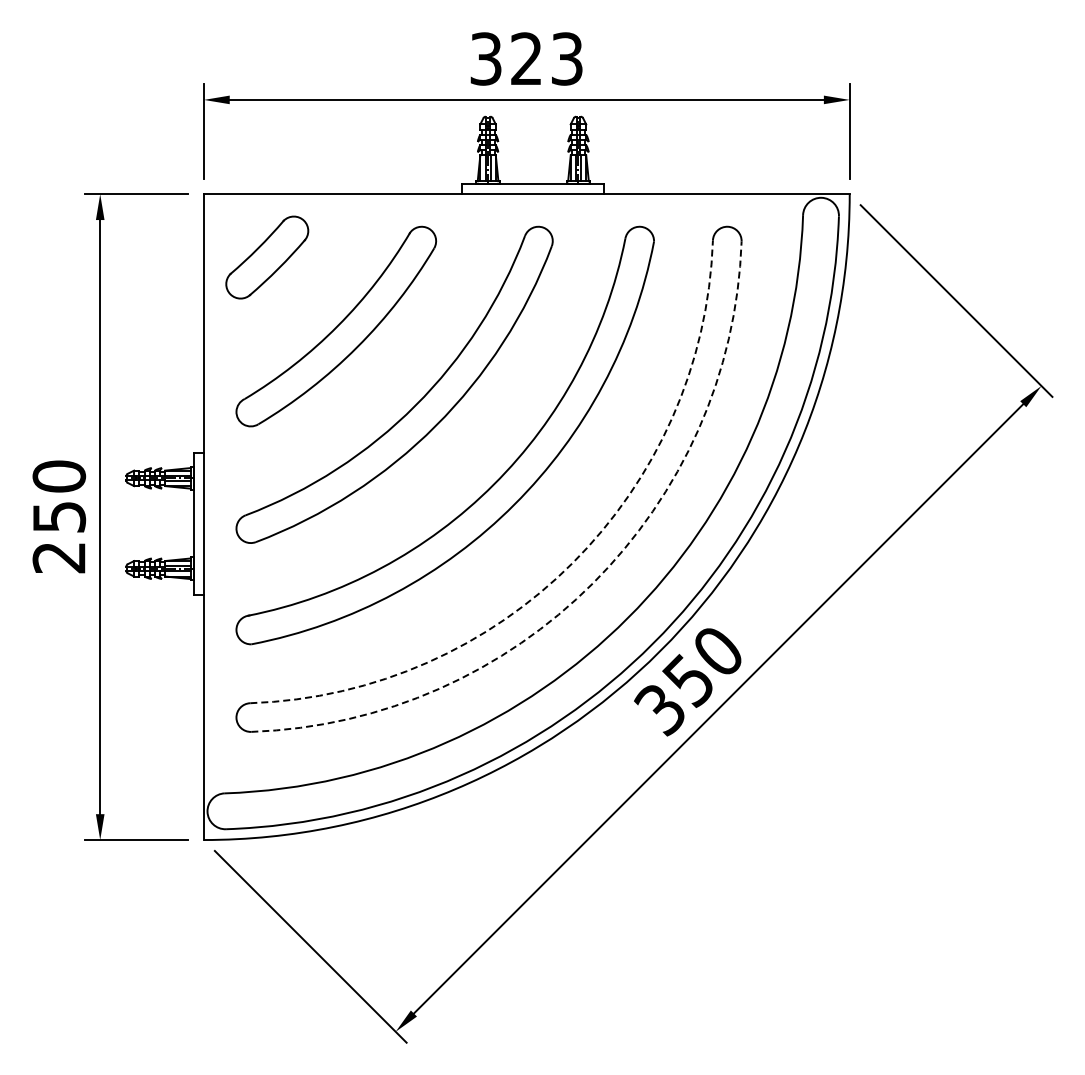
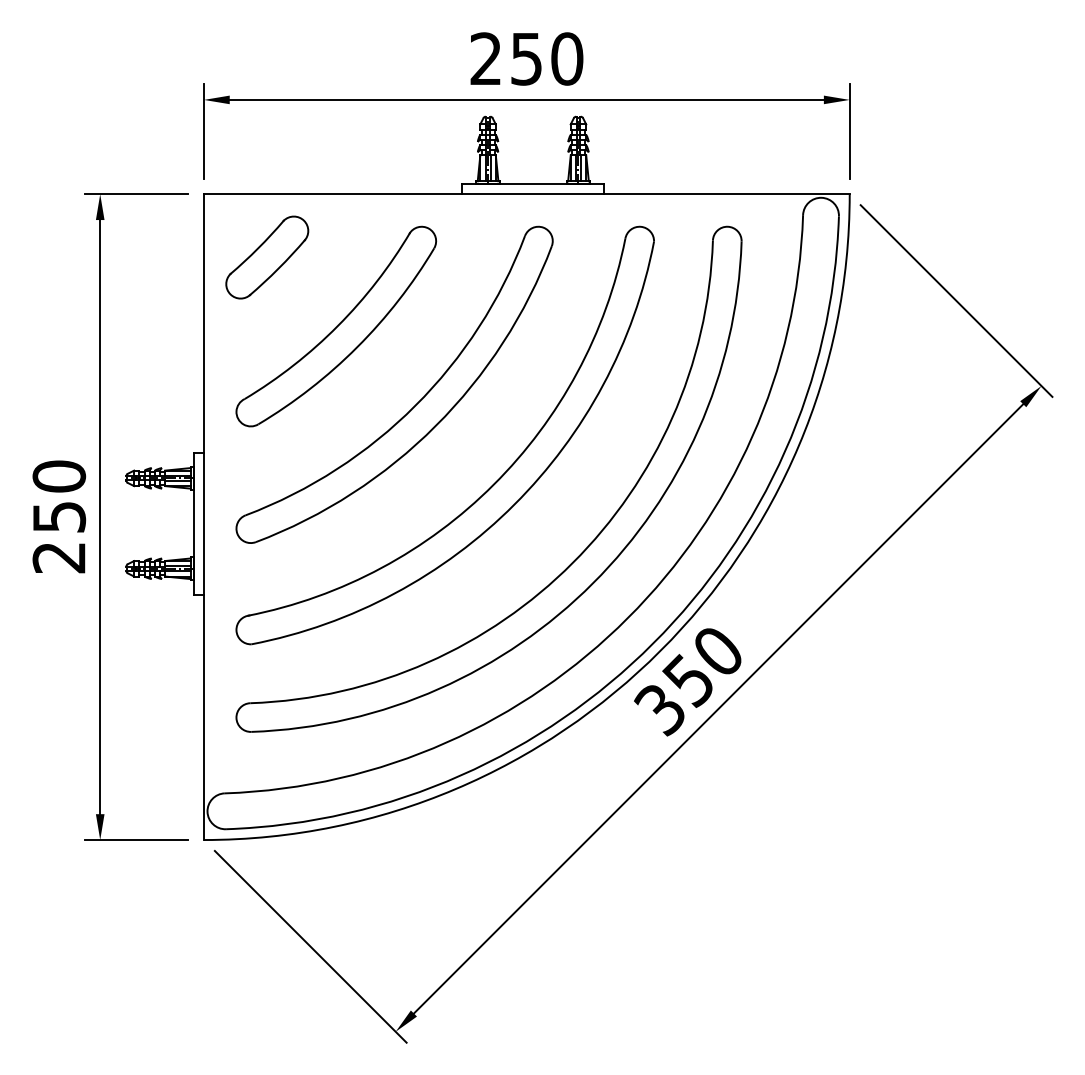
text at (526, 58): 323 -> 250
arc at (572, 563): dashed -> solid
arc at (593, 583): dashed -> solid
